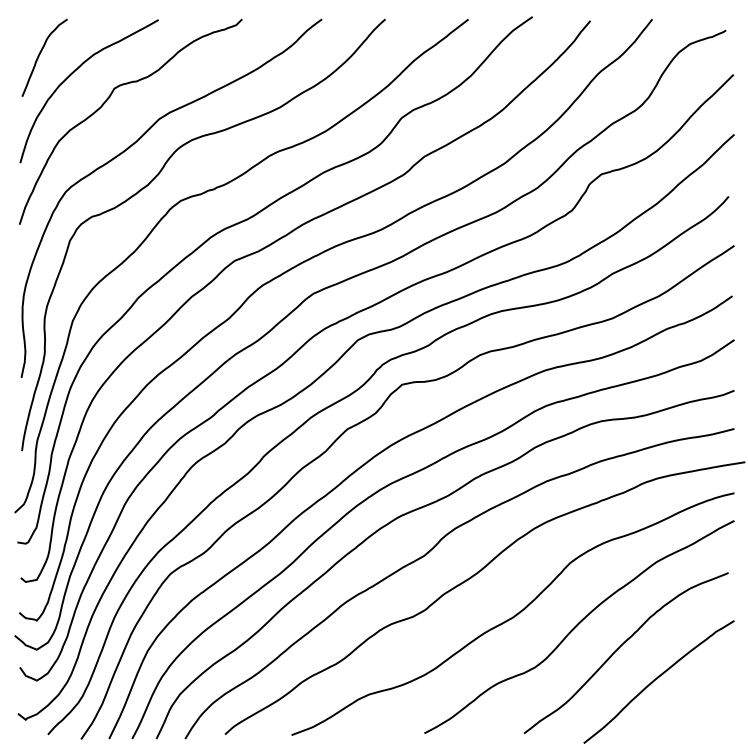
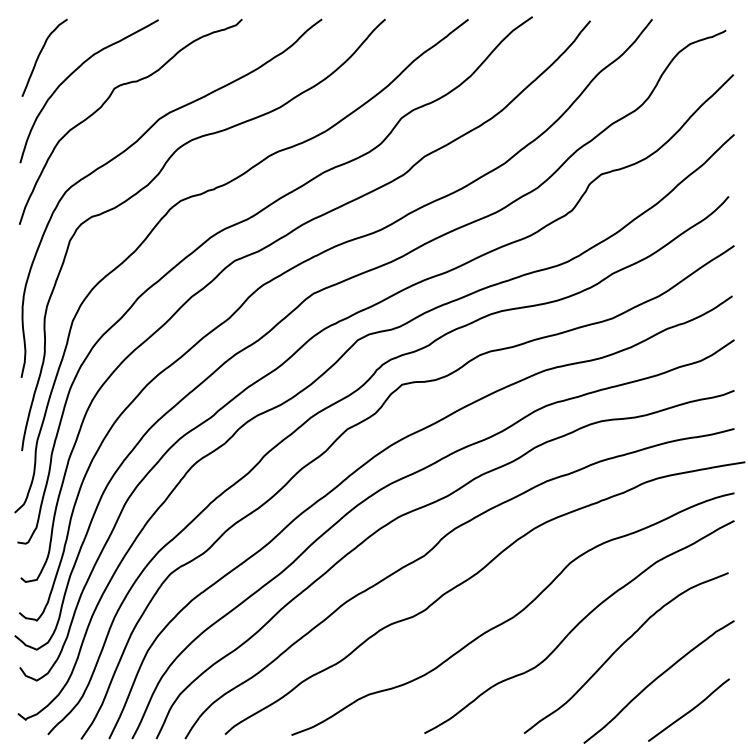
curve at (689, 710): none -> present
